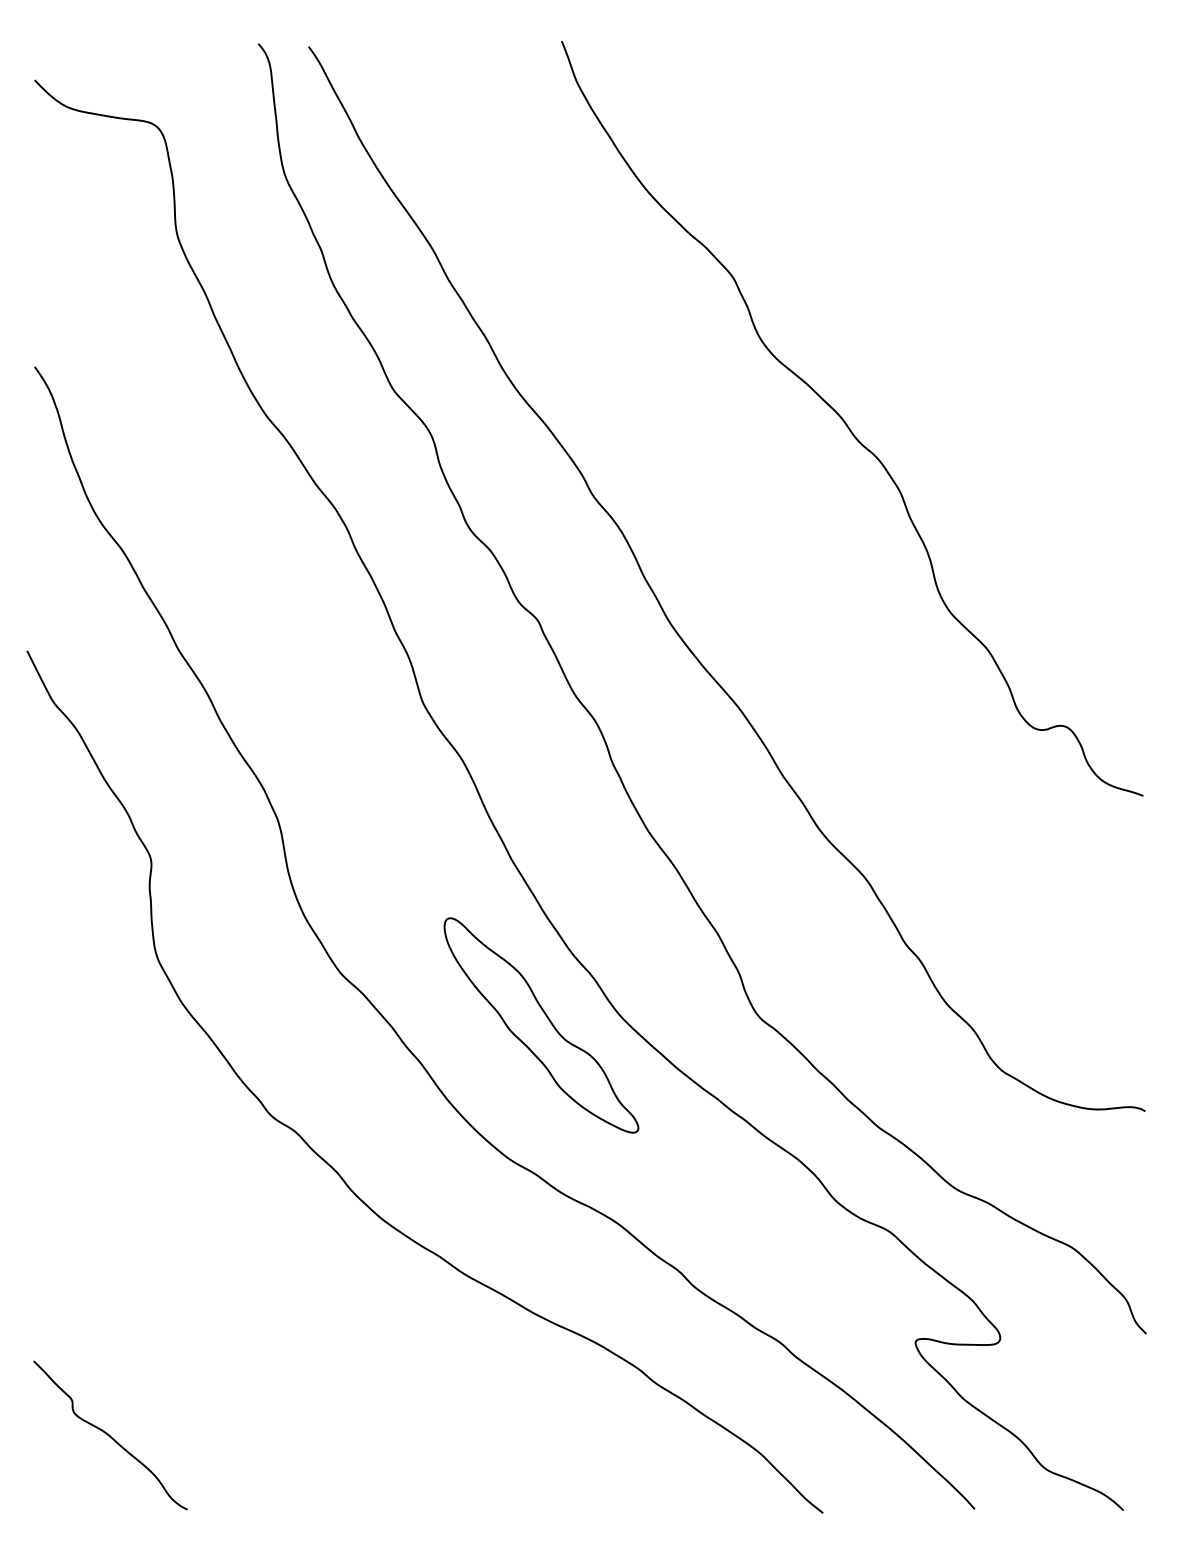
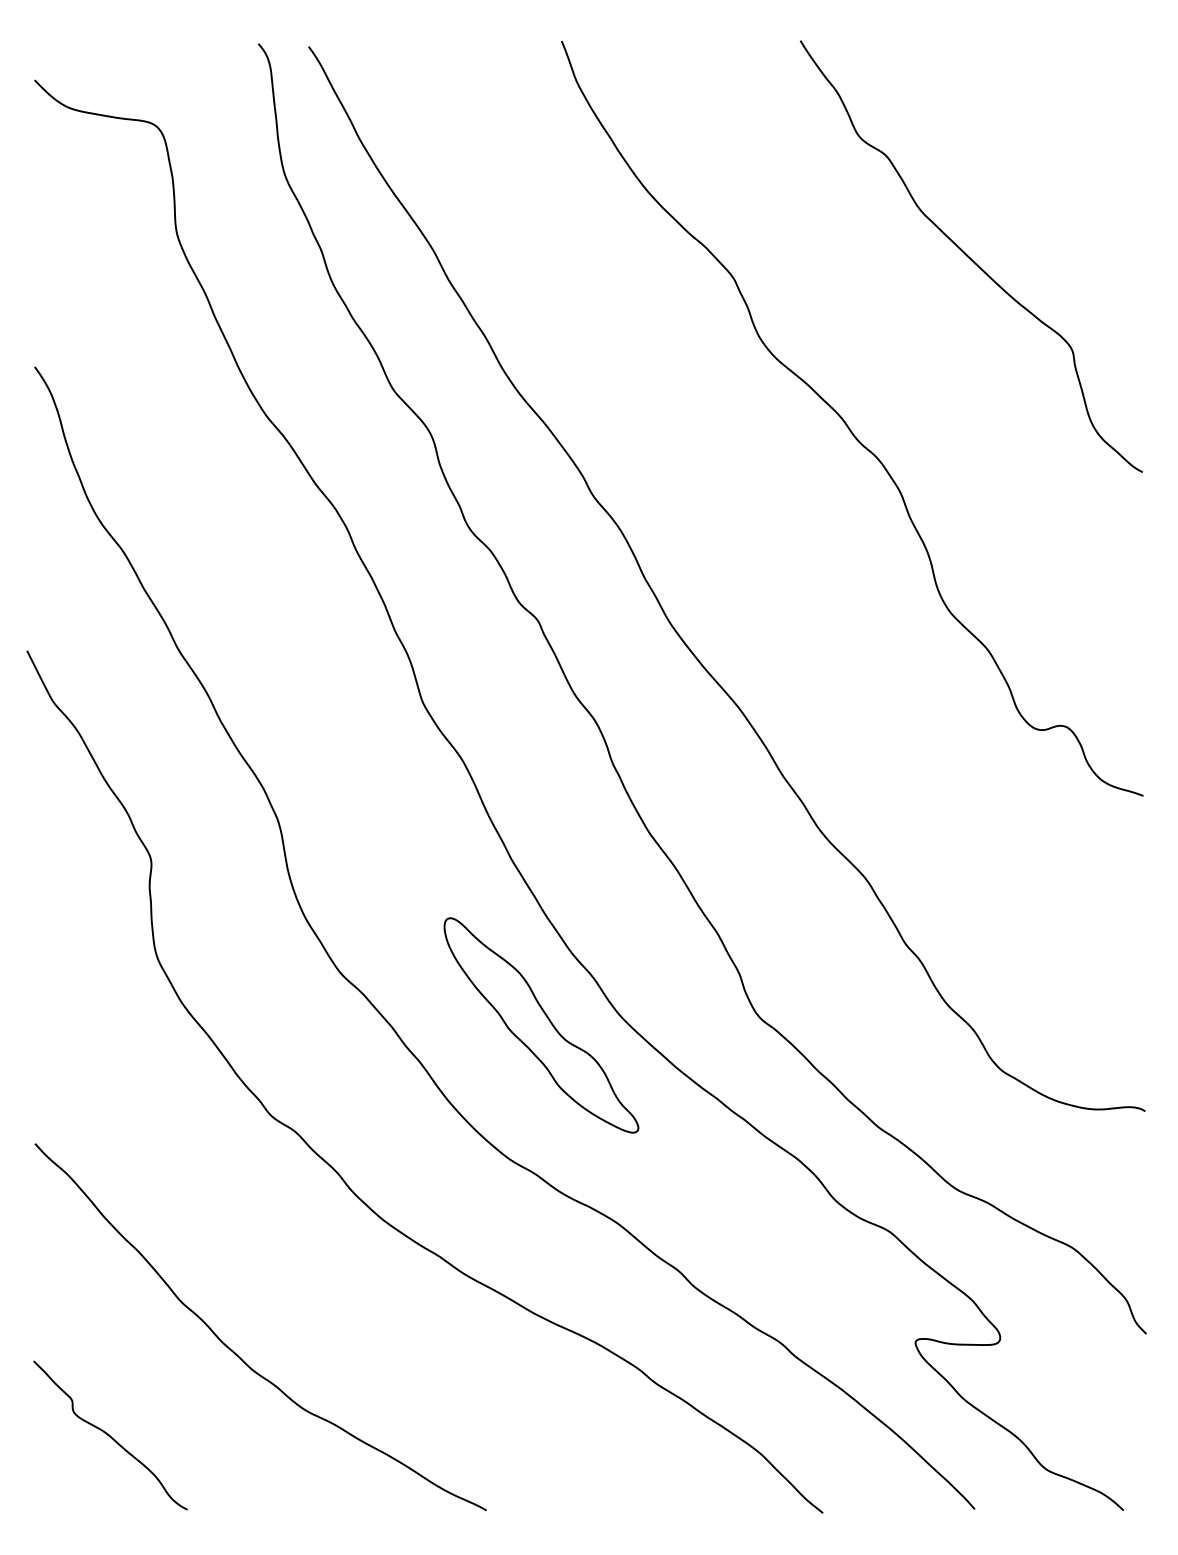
curve at (970, 257): none -> present
curve at (234, 1351): none -> present
